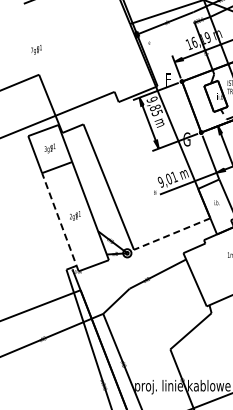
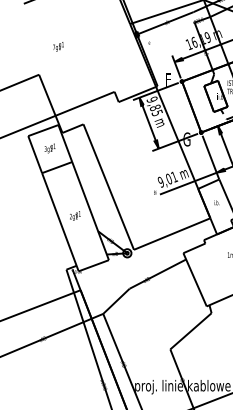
text at (36, 49) position: (36, 49) -> (58, 46)
line at (60, 221): dashed -> solid
line at (171, 234): dashed -> solid
